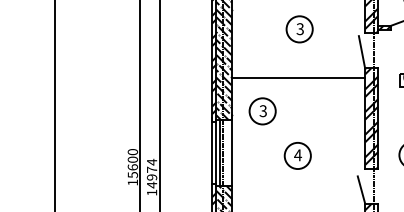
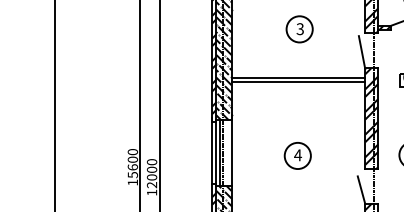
line at (298, 81): none -> present
part at (262, 111): present -> none
text at (151, 173): 14974 -> 12000
